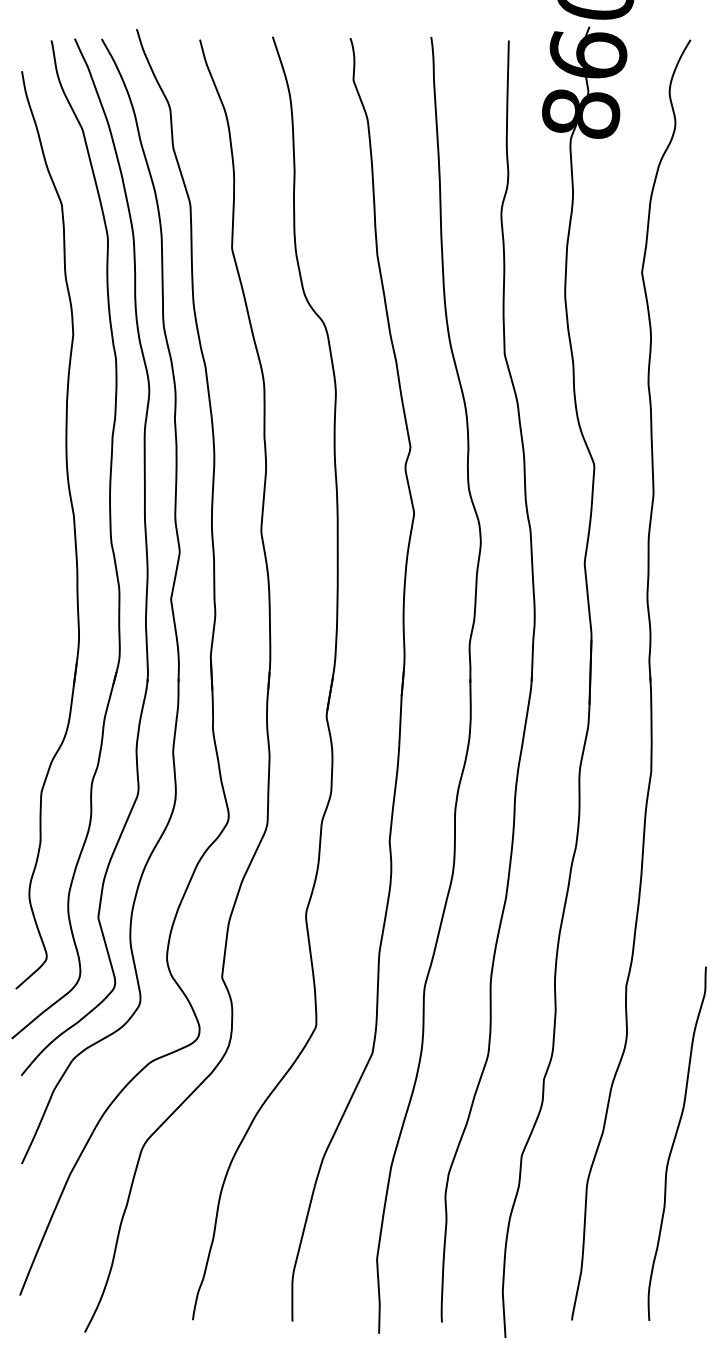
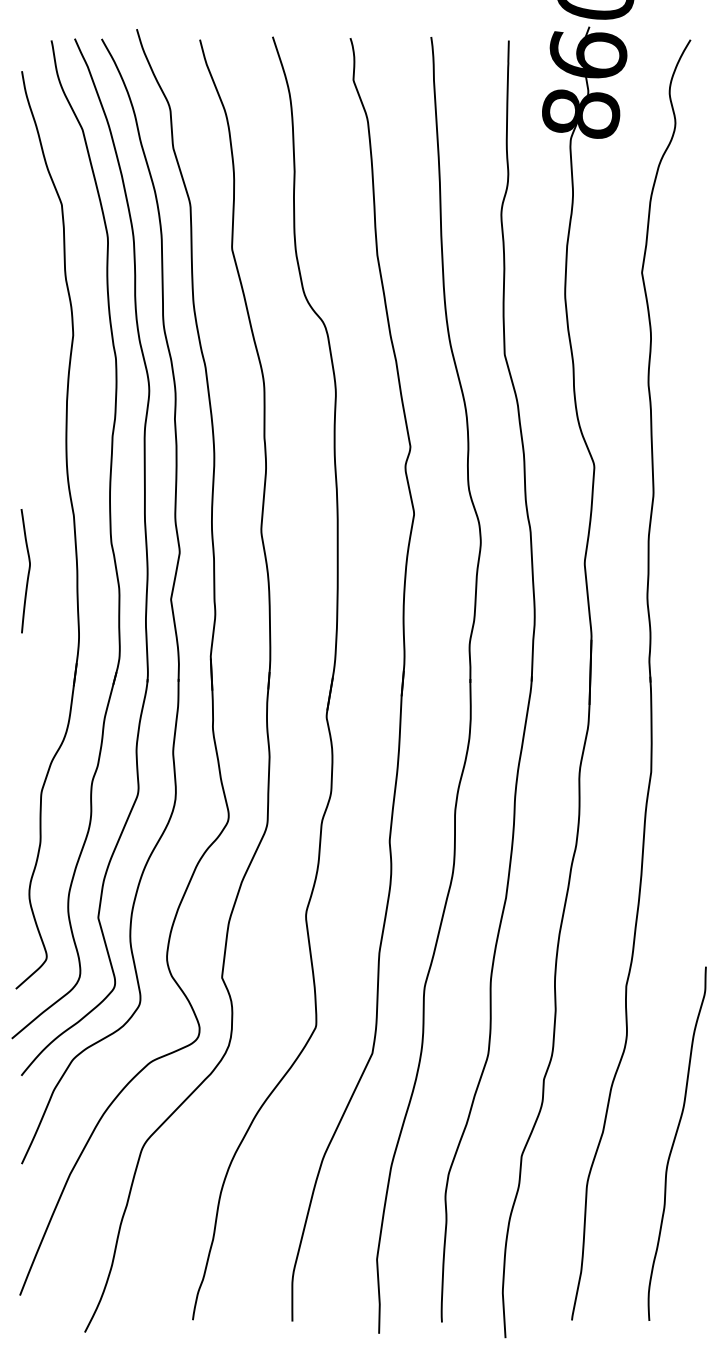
curve at (27, 573): none -> present
